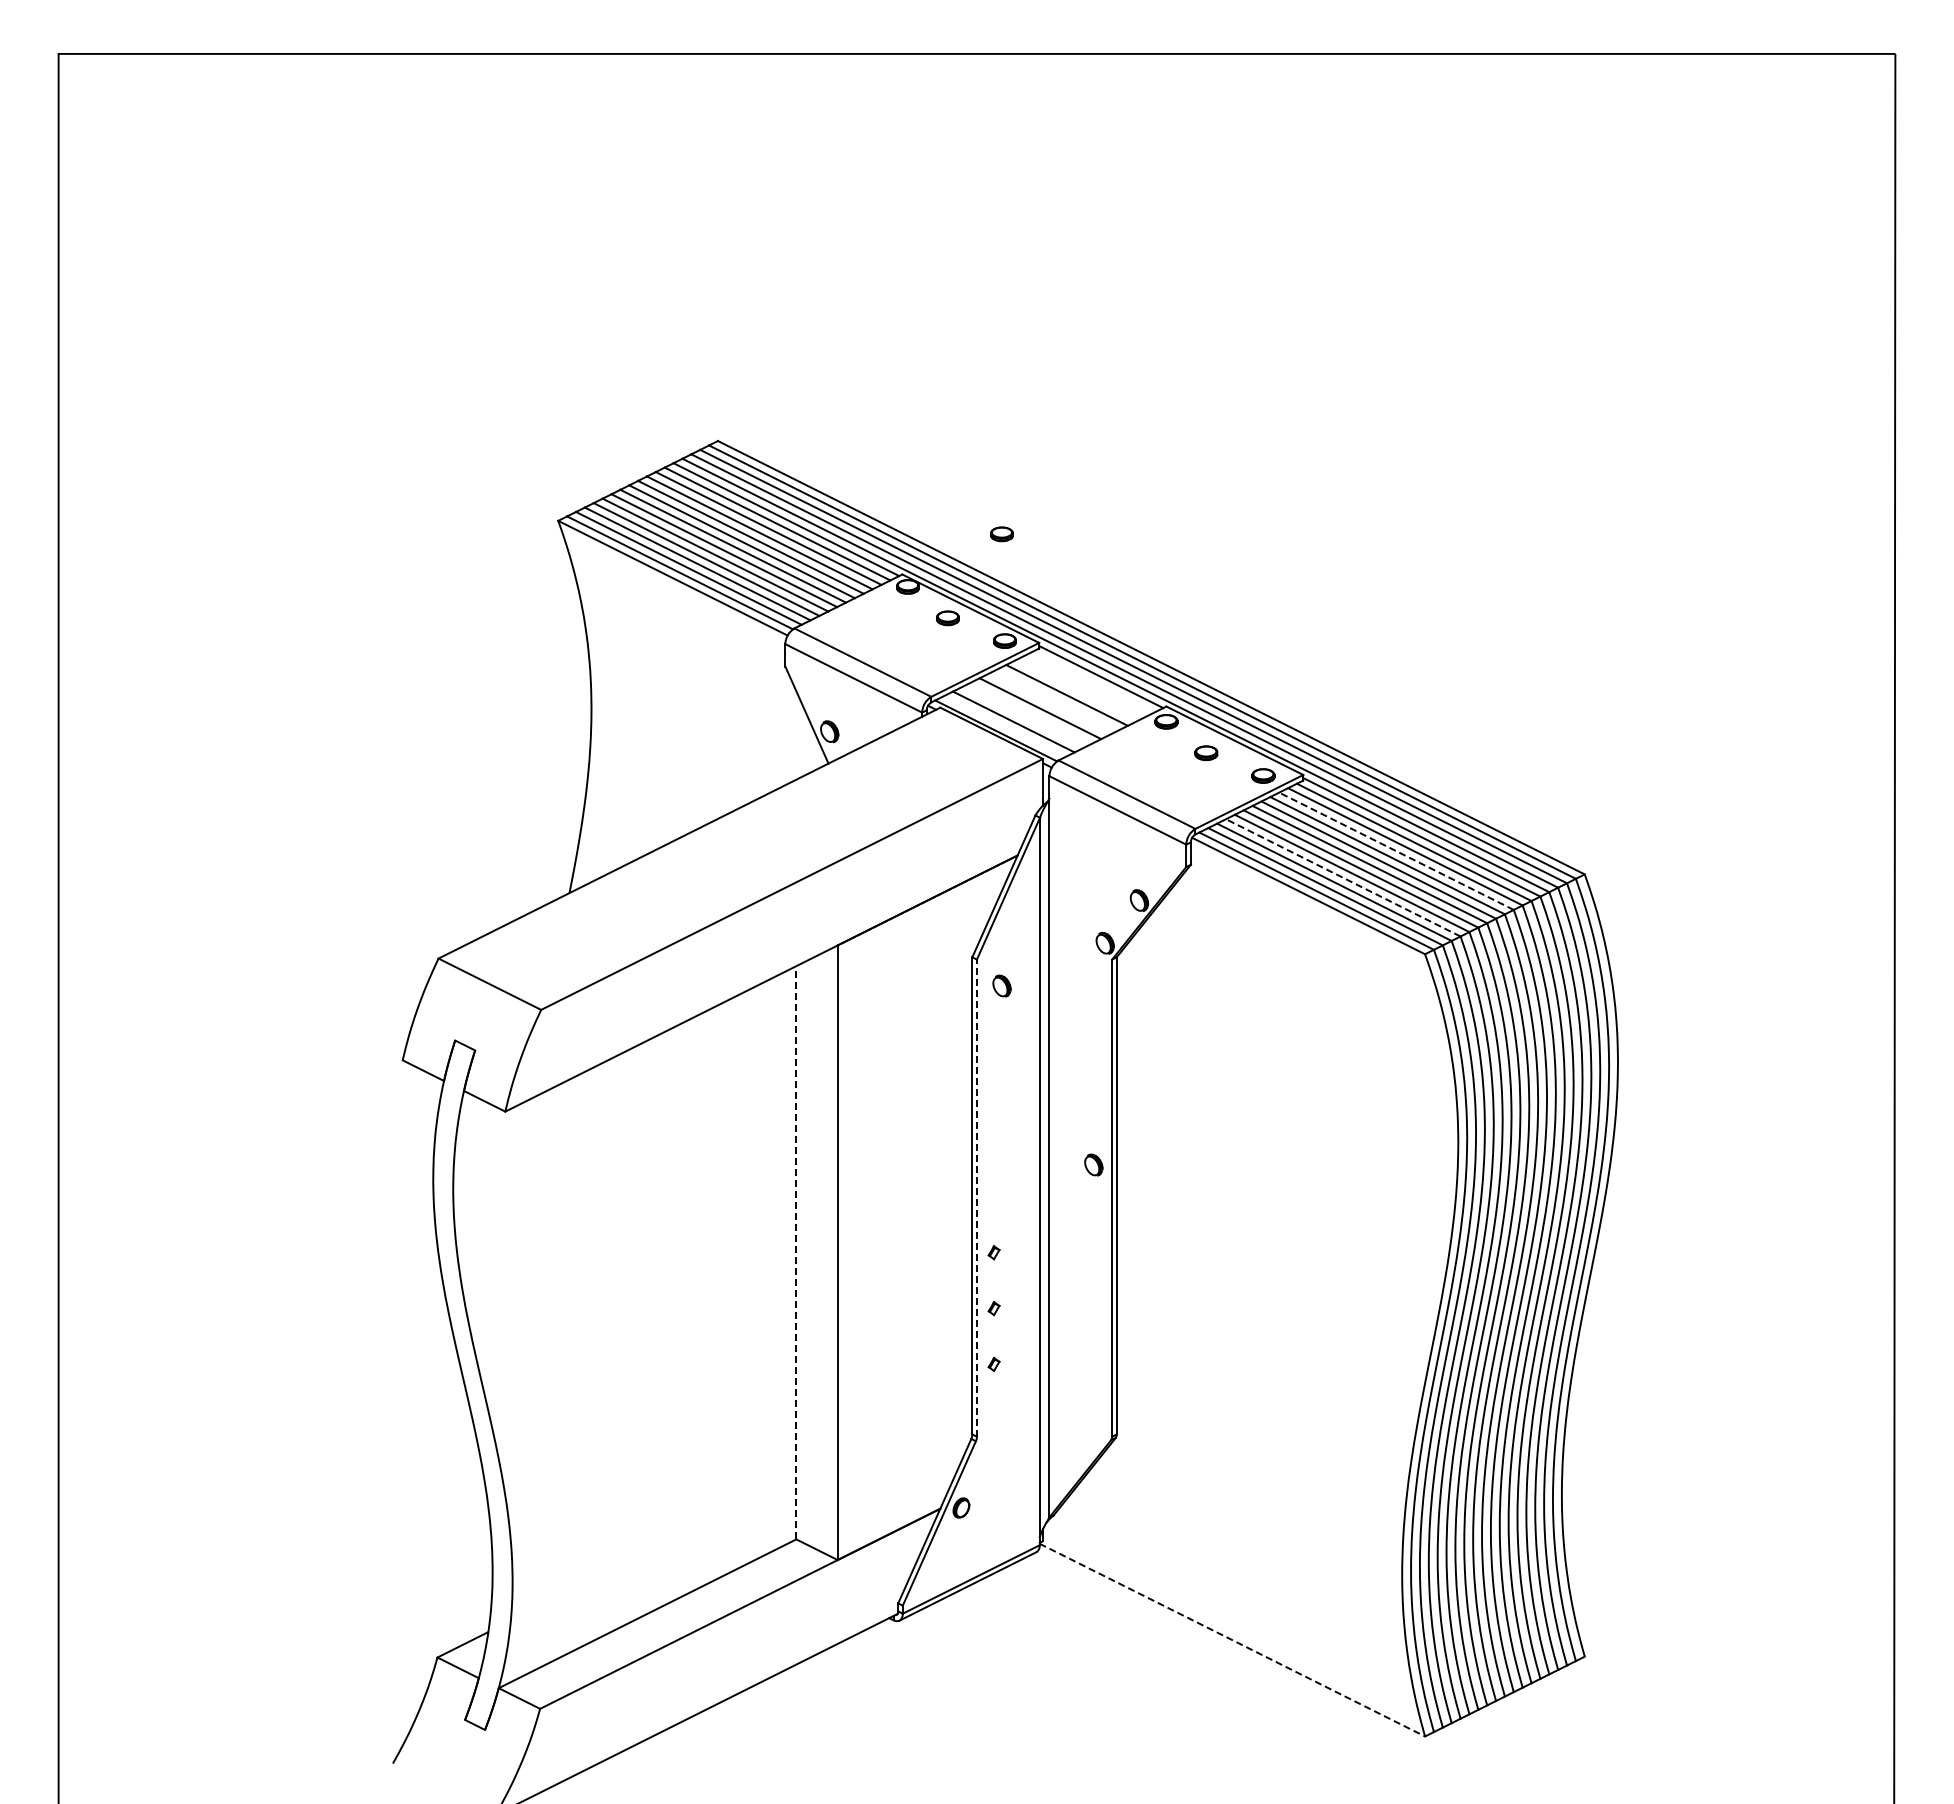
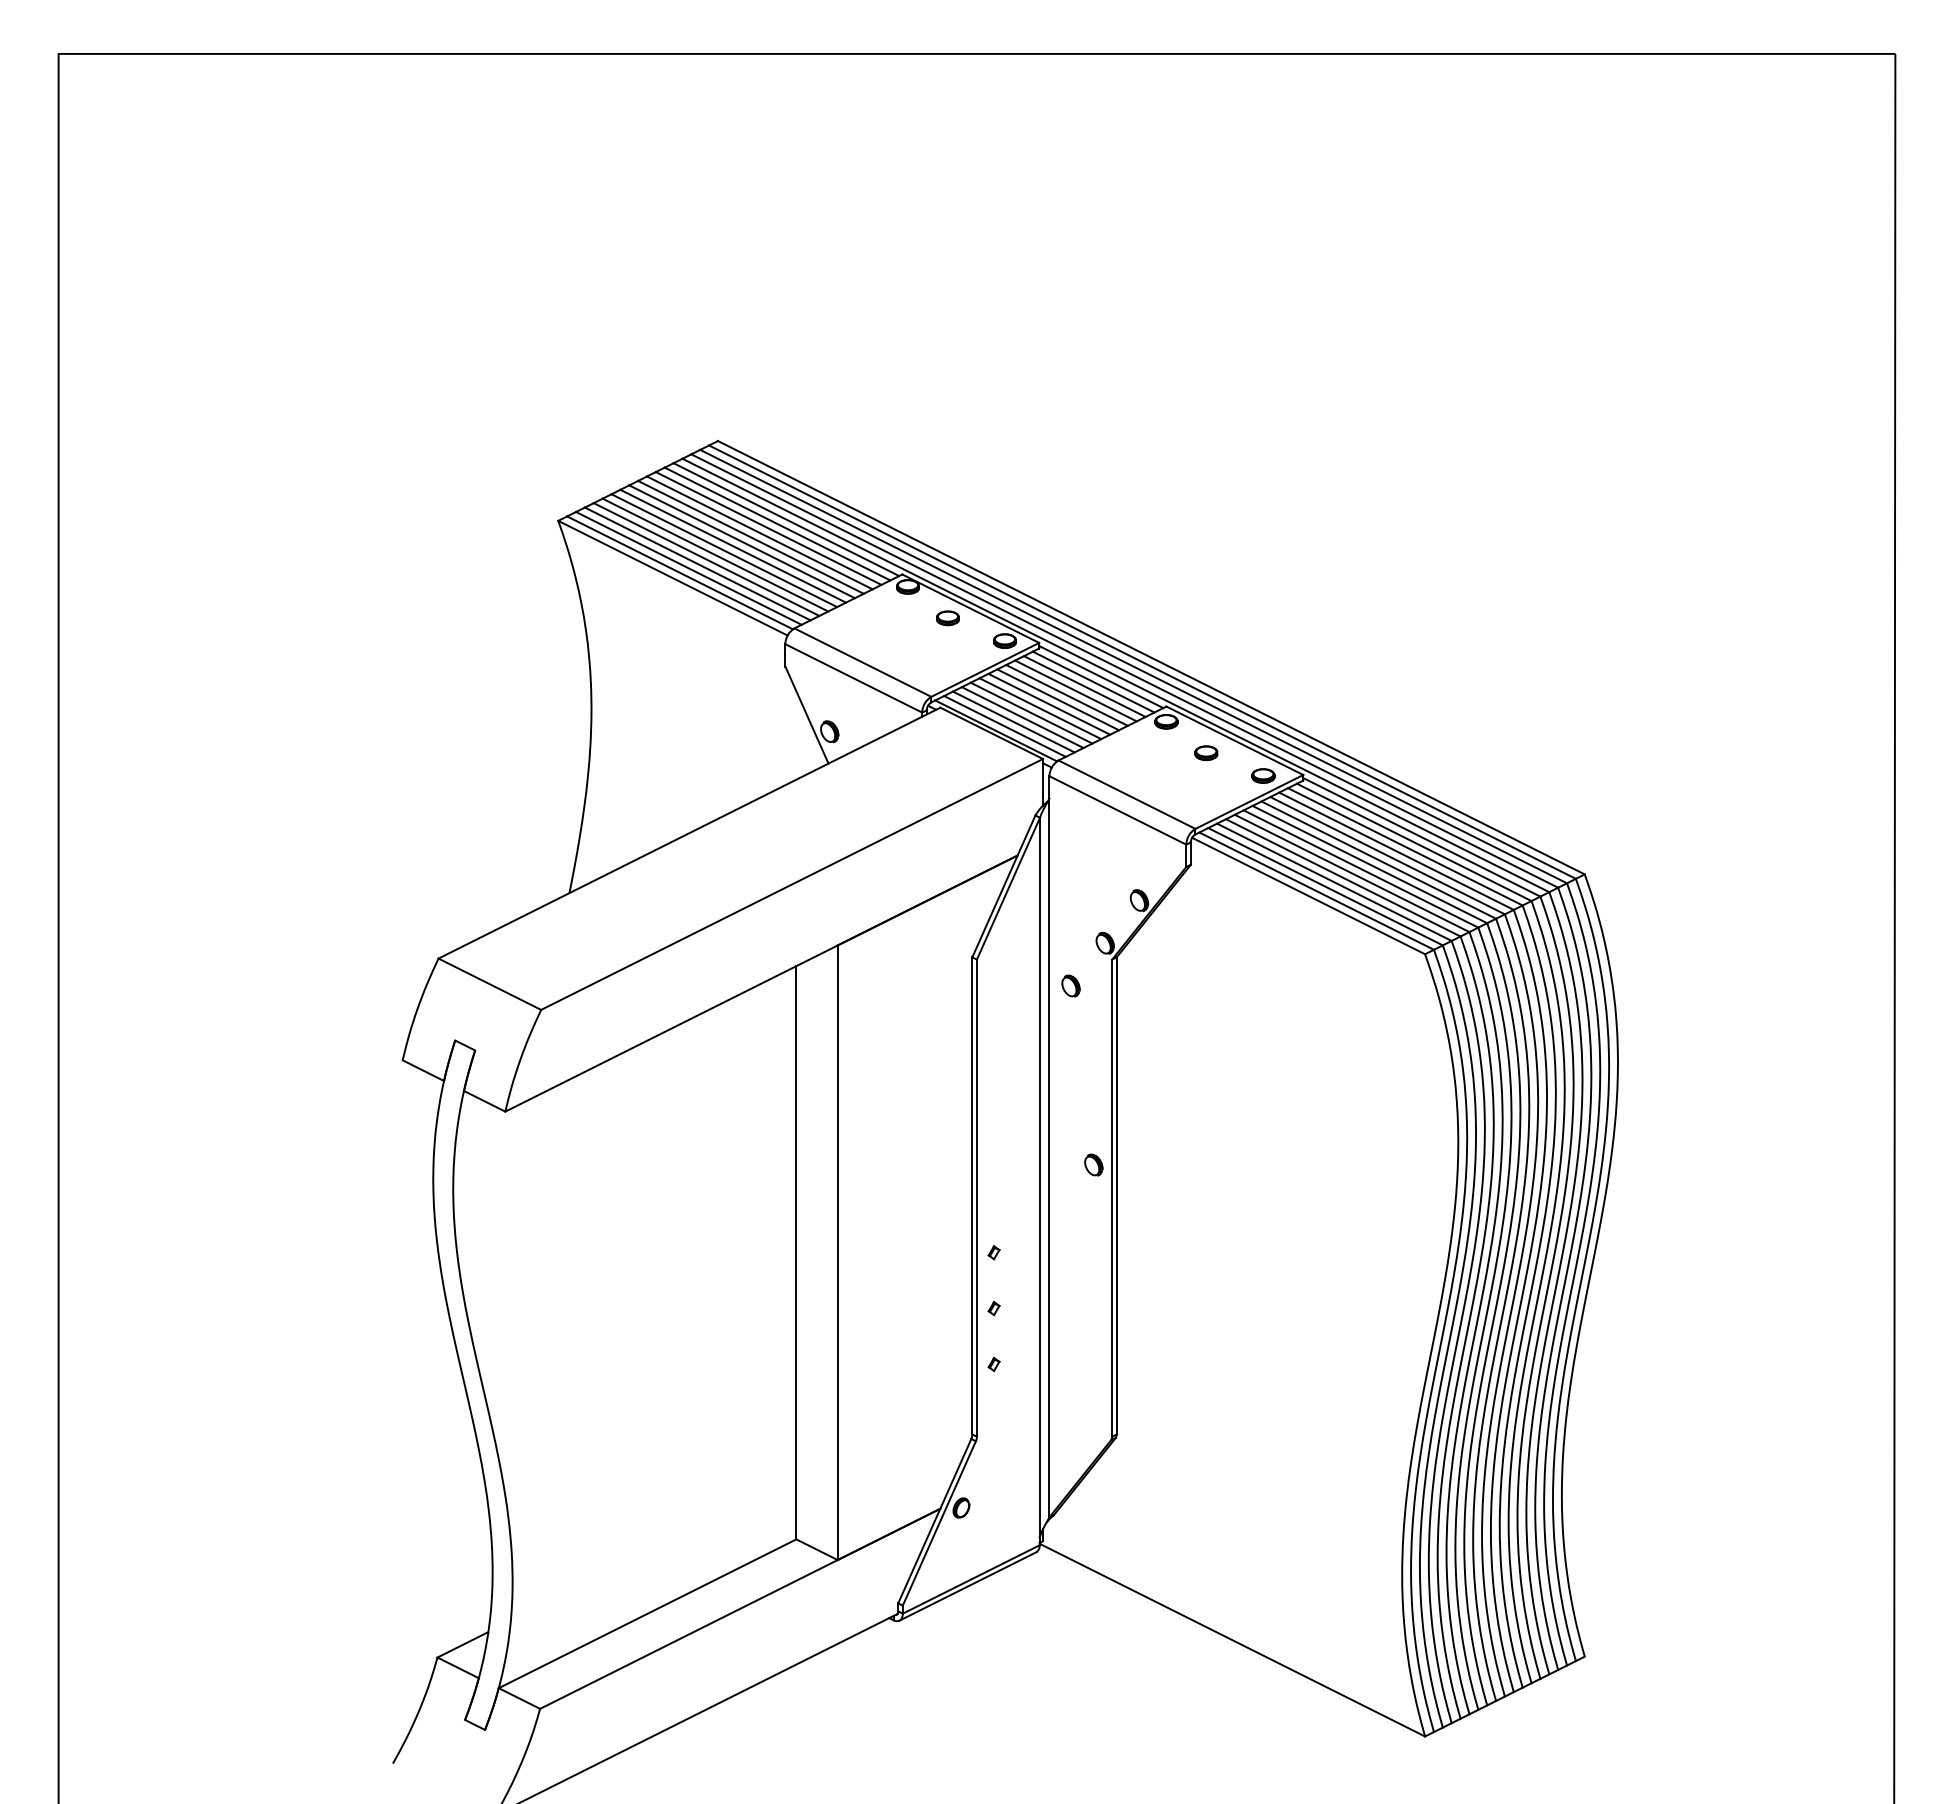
part at (1001, 534): present -> none
line at (1093, 681): none -> present
line at (1084, 686): none -> present
line at (1075, 690): none -> present
line at (1058, 699): none -> present
line at (1049, 703): none -> present
line at (1031, 712): none -> present
line at (1022, 717): none -> present
line at (1004, 726): none -> present
line at (1396, 851): dashed -> solid
line at (1342, 877): dashed -> solid
part at (1001, 985) position: (1001, 985) -> (1070, 985)
line at (976, 1198): dashed -> solid
line at (796, 1252): dashed -> solid
line at (1232, 1640): dashed -> solid
